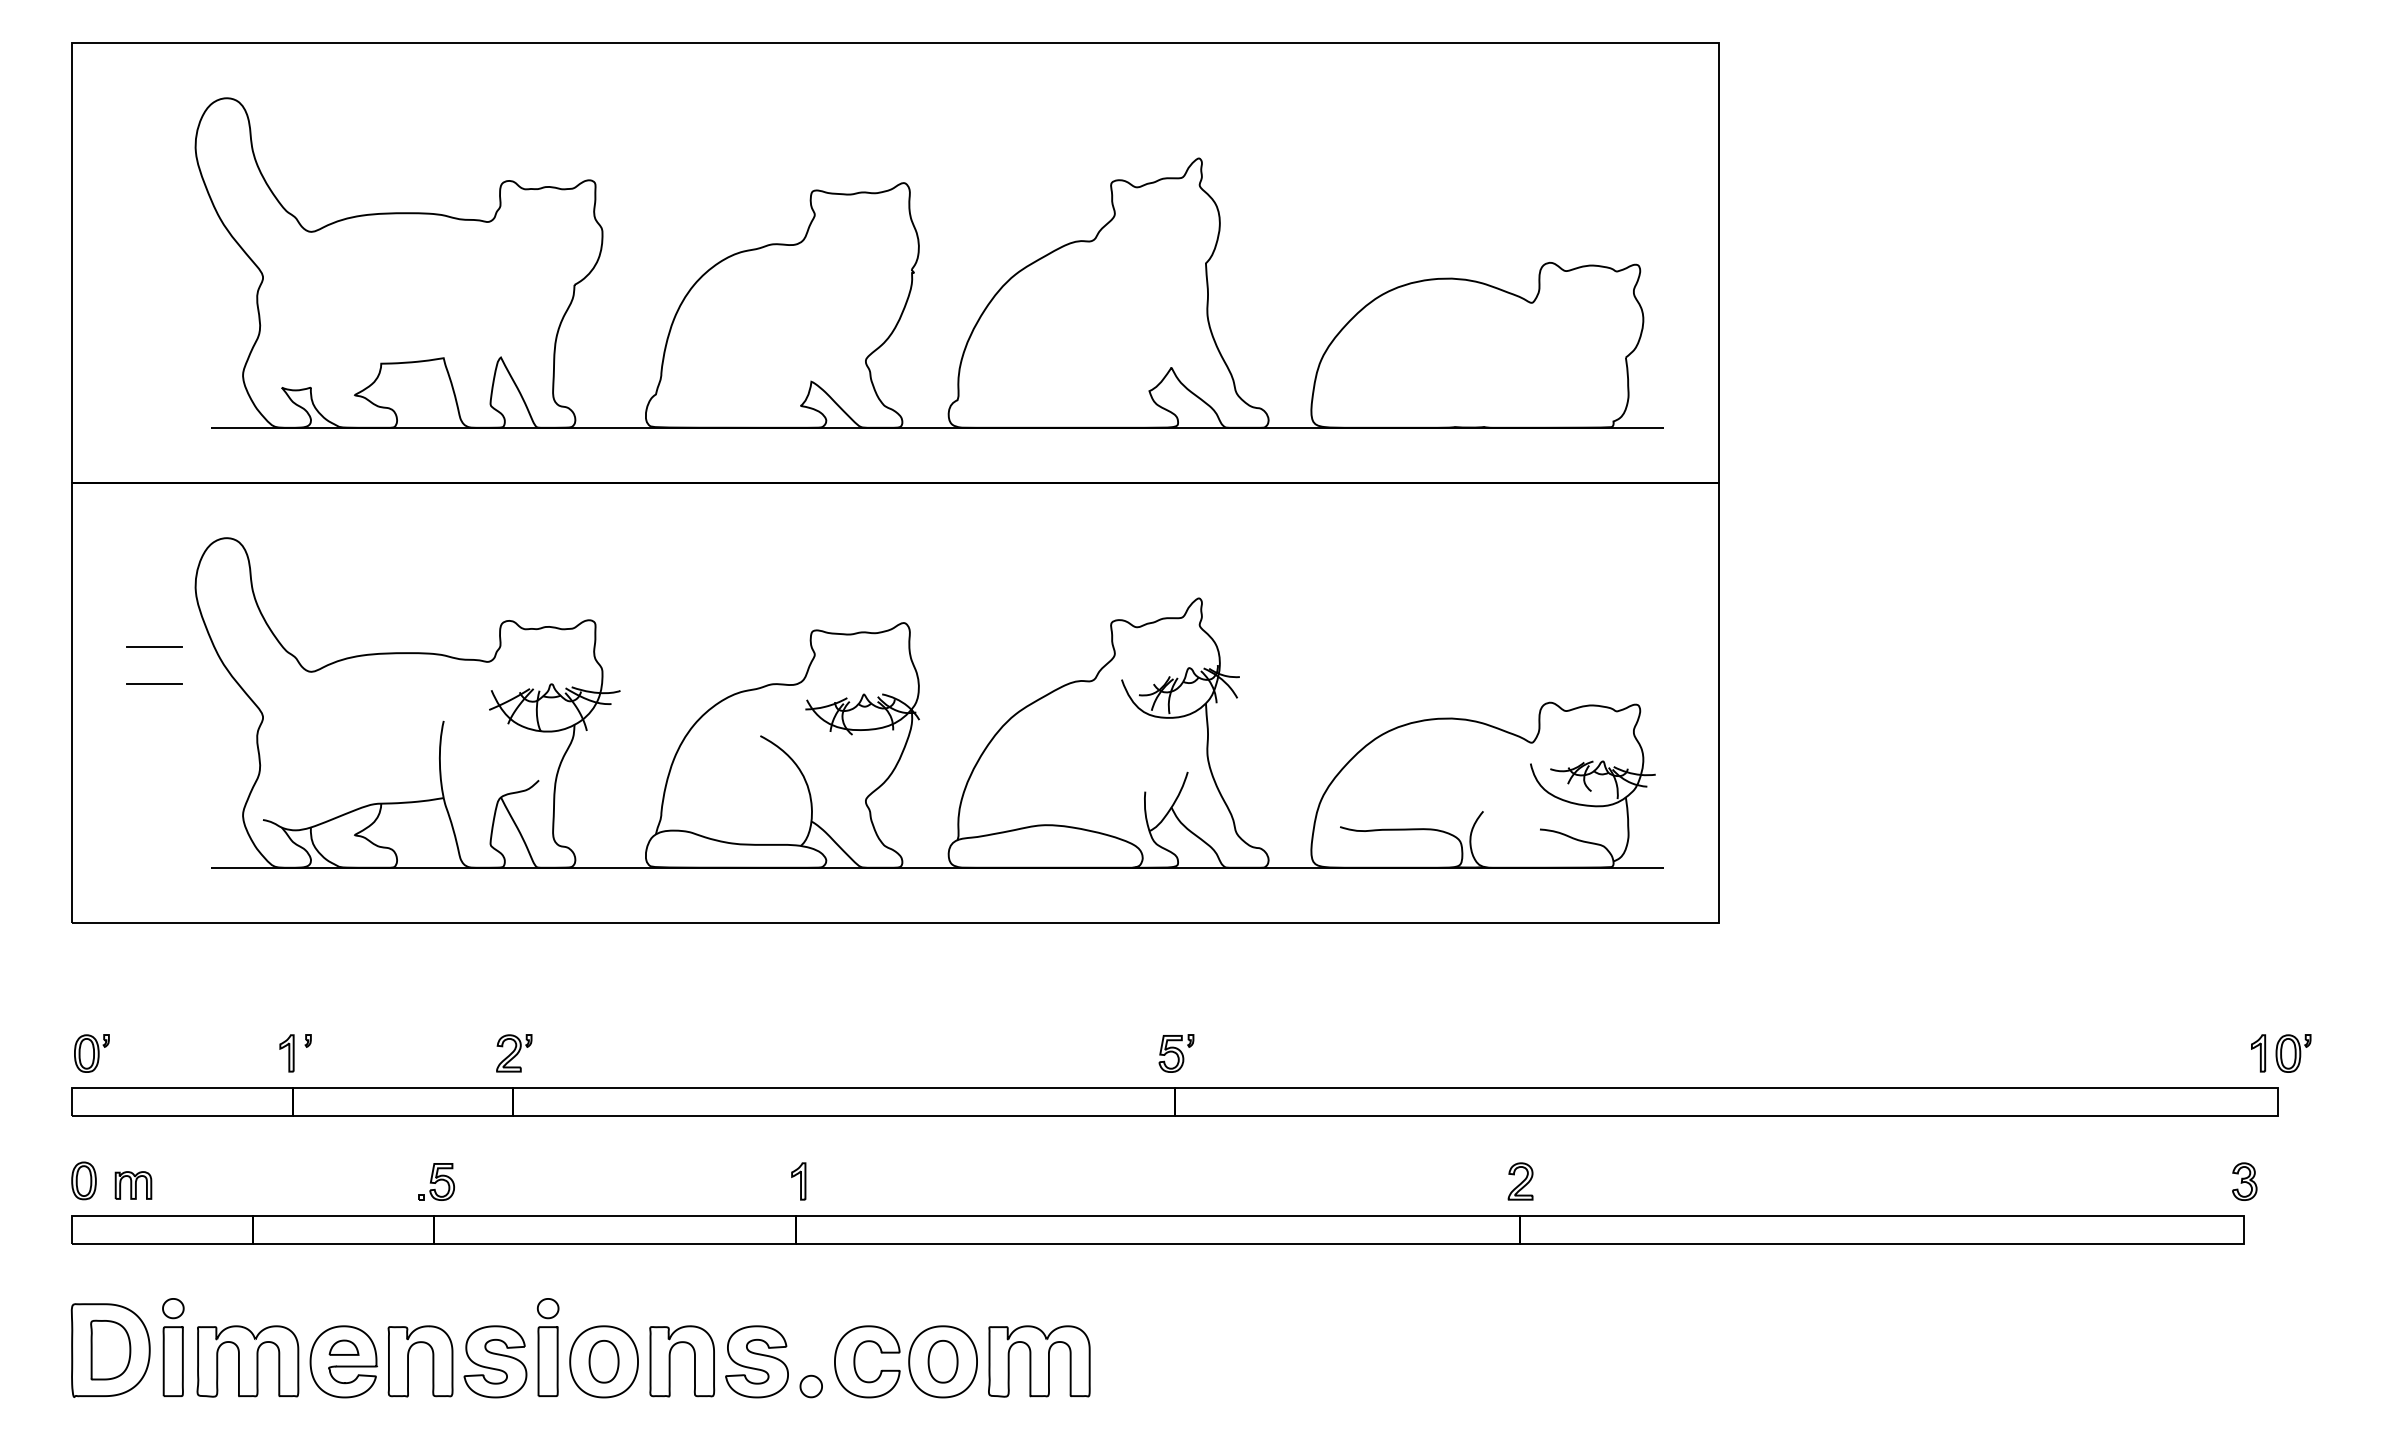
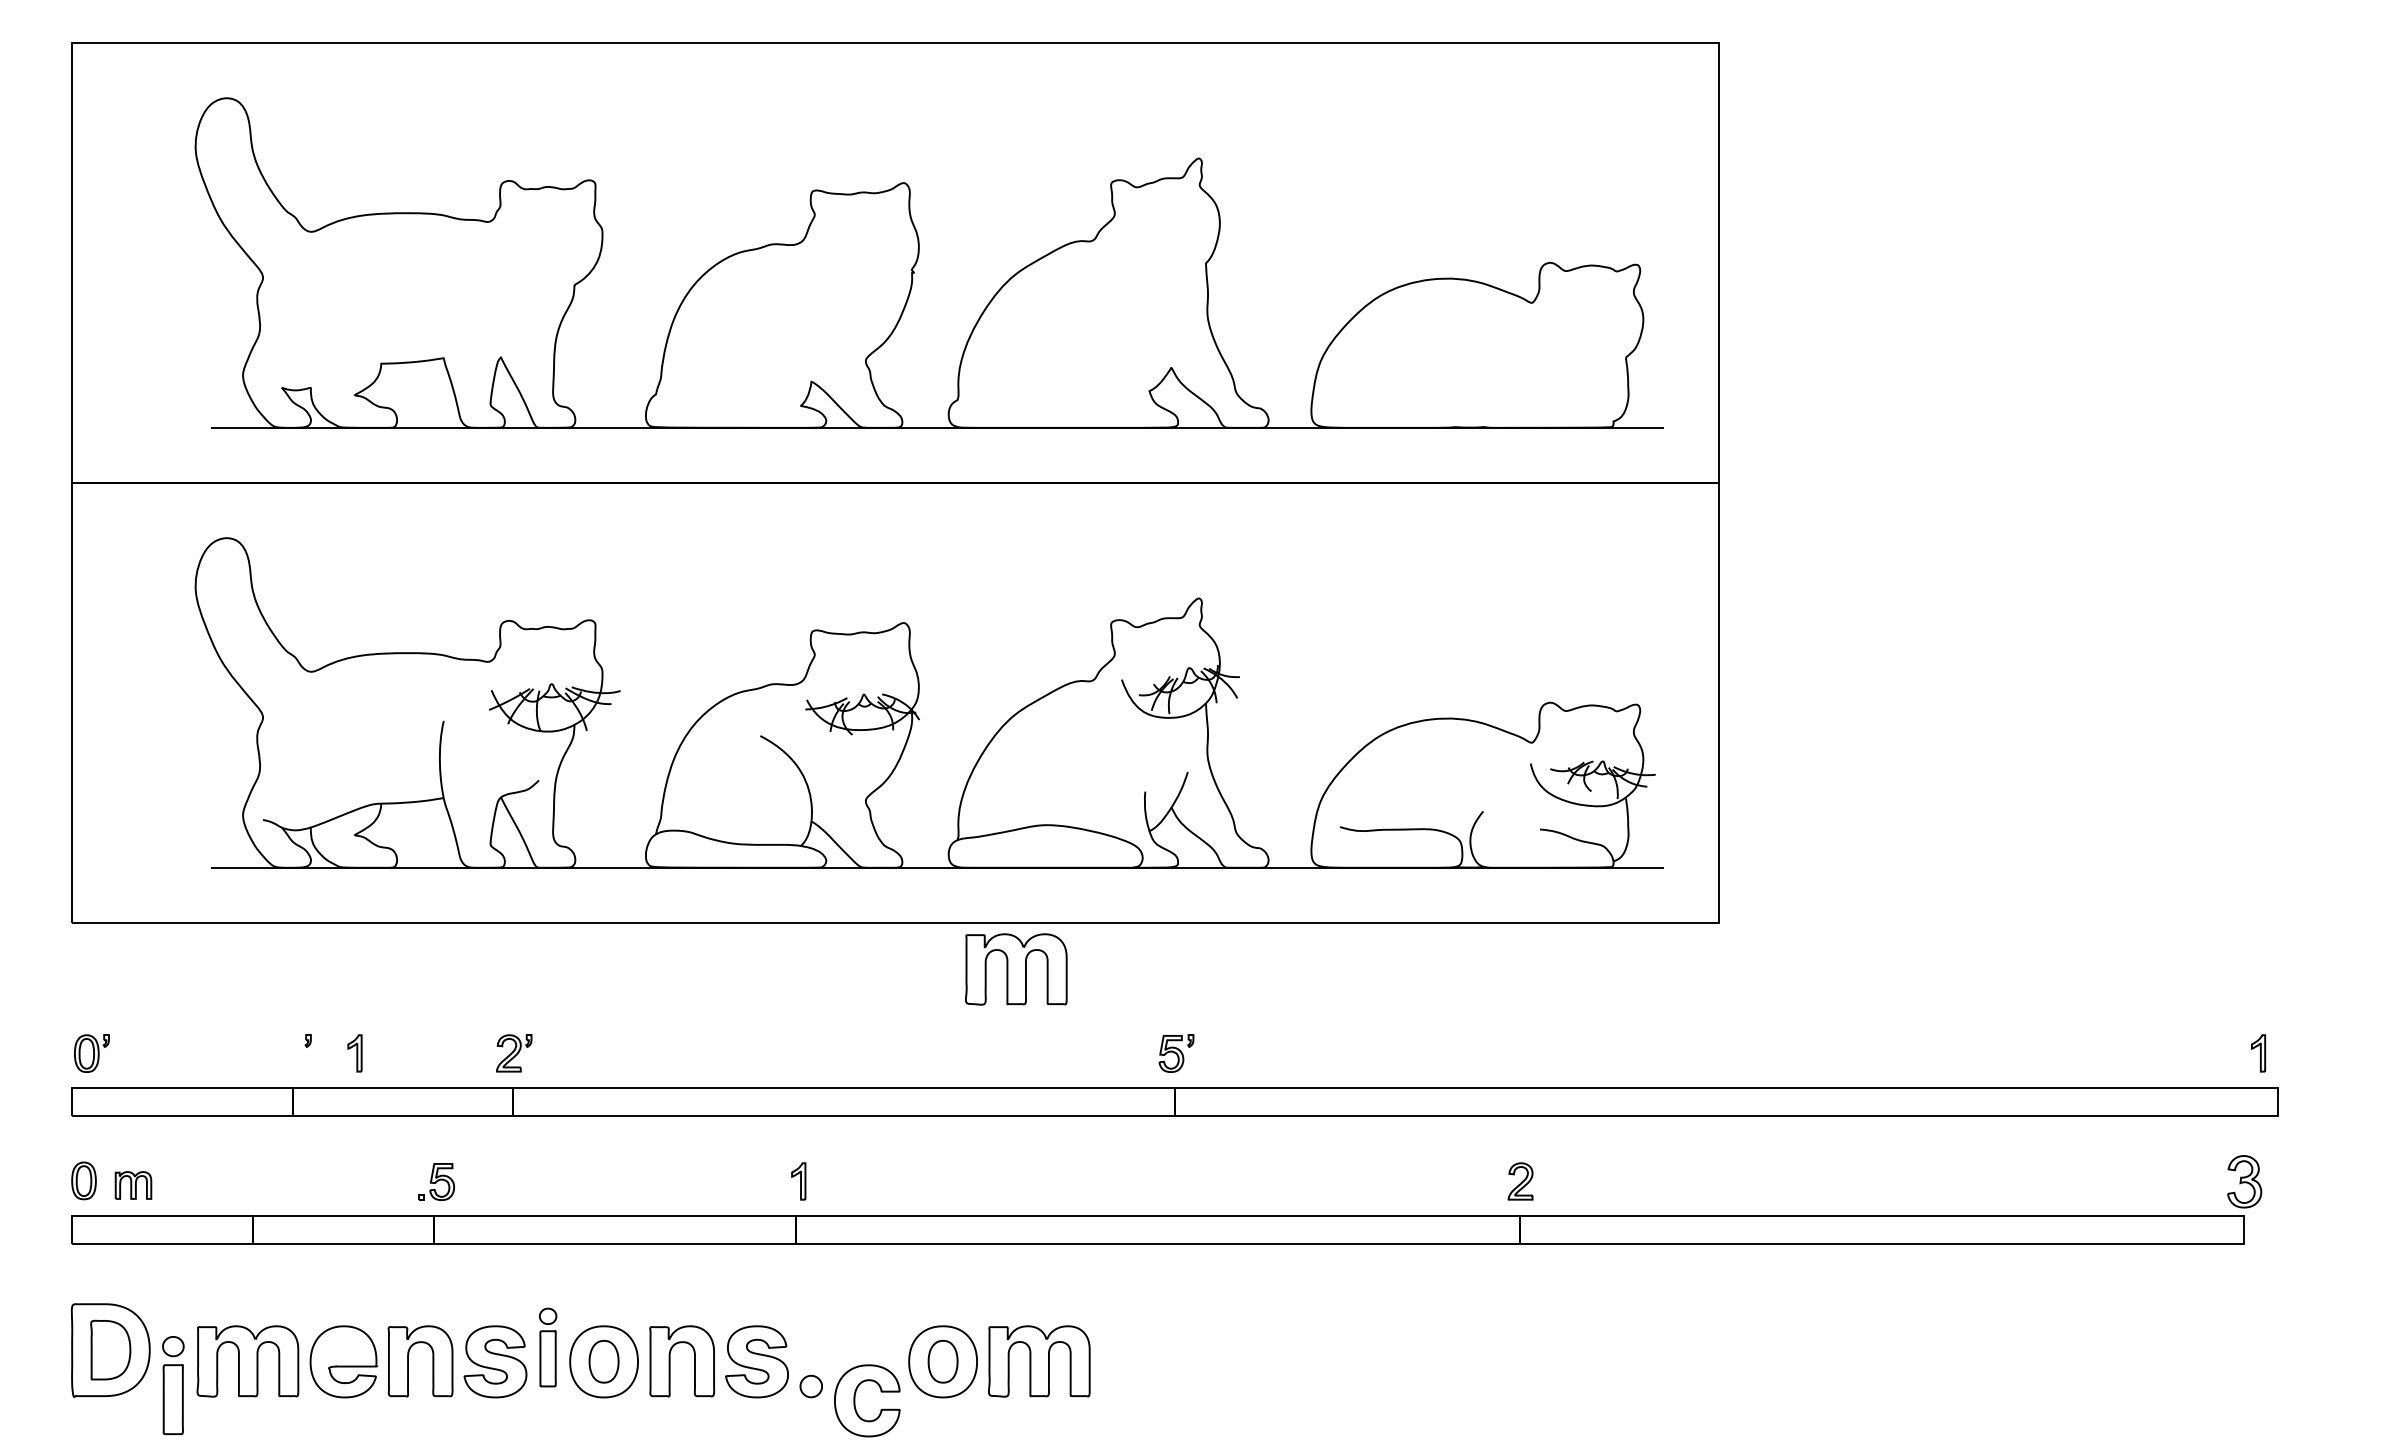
line at (154, 647): present -> none
line at (154, 683): present -> none
part at (1016, 969): none -> present
part at (286, 1053) position: (286, 1053) -> (354, 1053)
part at (2293, 1053): present -> none
part at (2244, 1181) size: 26x39 px -> 36x54 px
part at (173, 1347) position: (173, 1347) -> (173, 1385)
part at (343, 1347): present -> none
part at (547, 1347) size: 24x99 px -> 19x81 px
part at (855, 1361) position: (855, 1361) -> (855, 1400)
